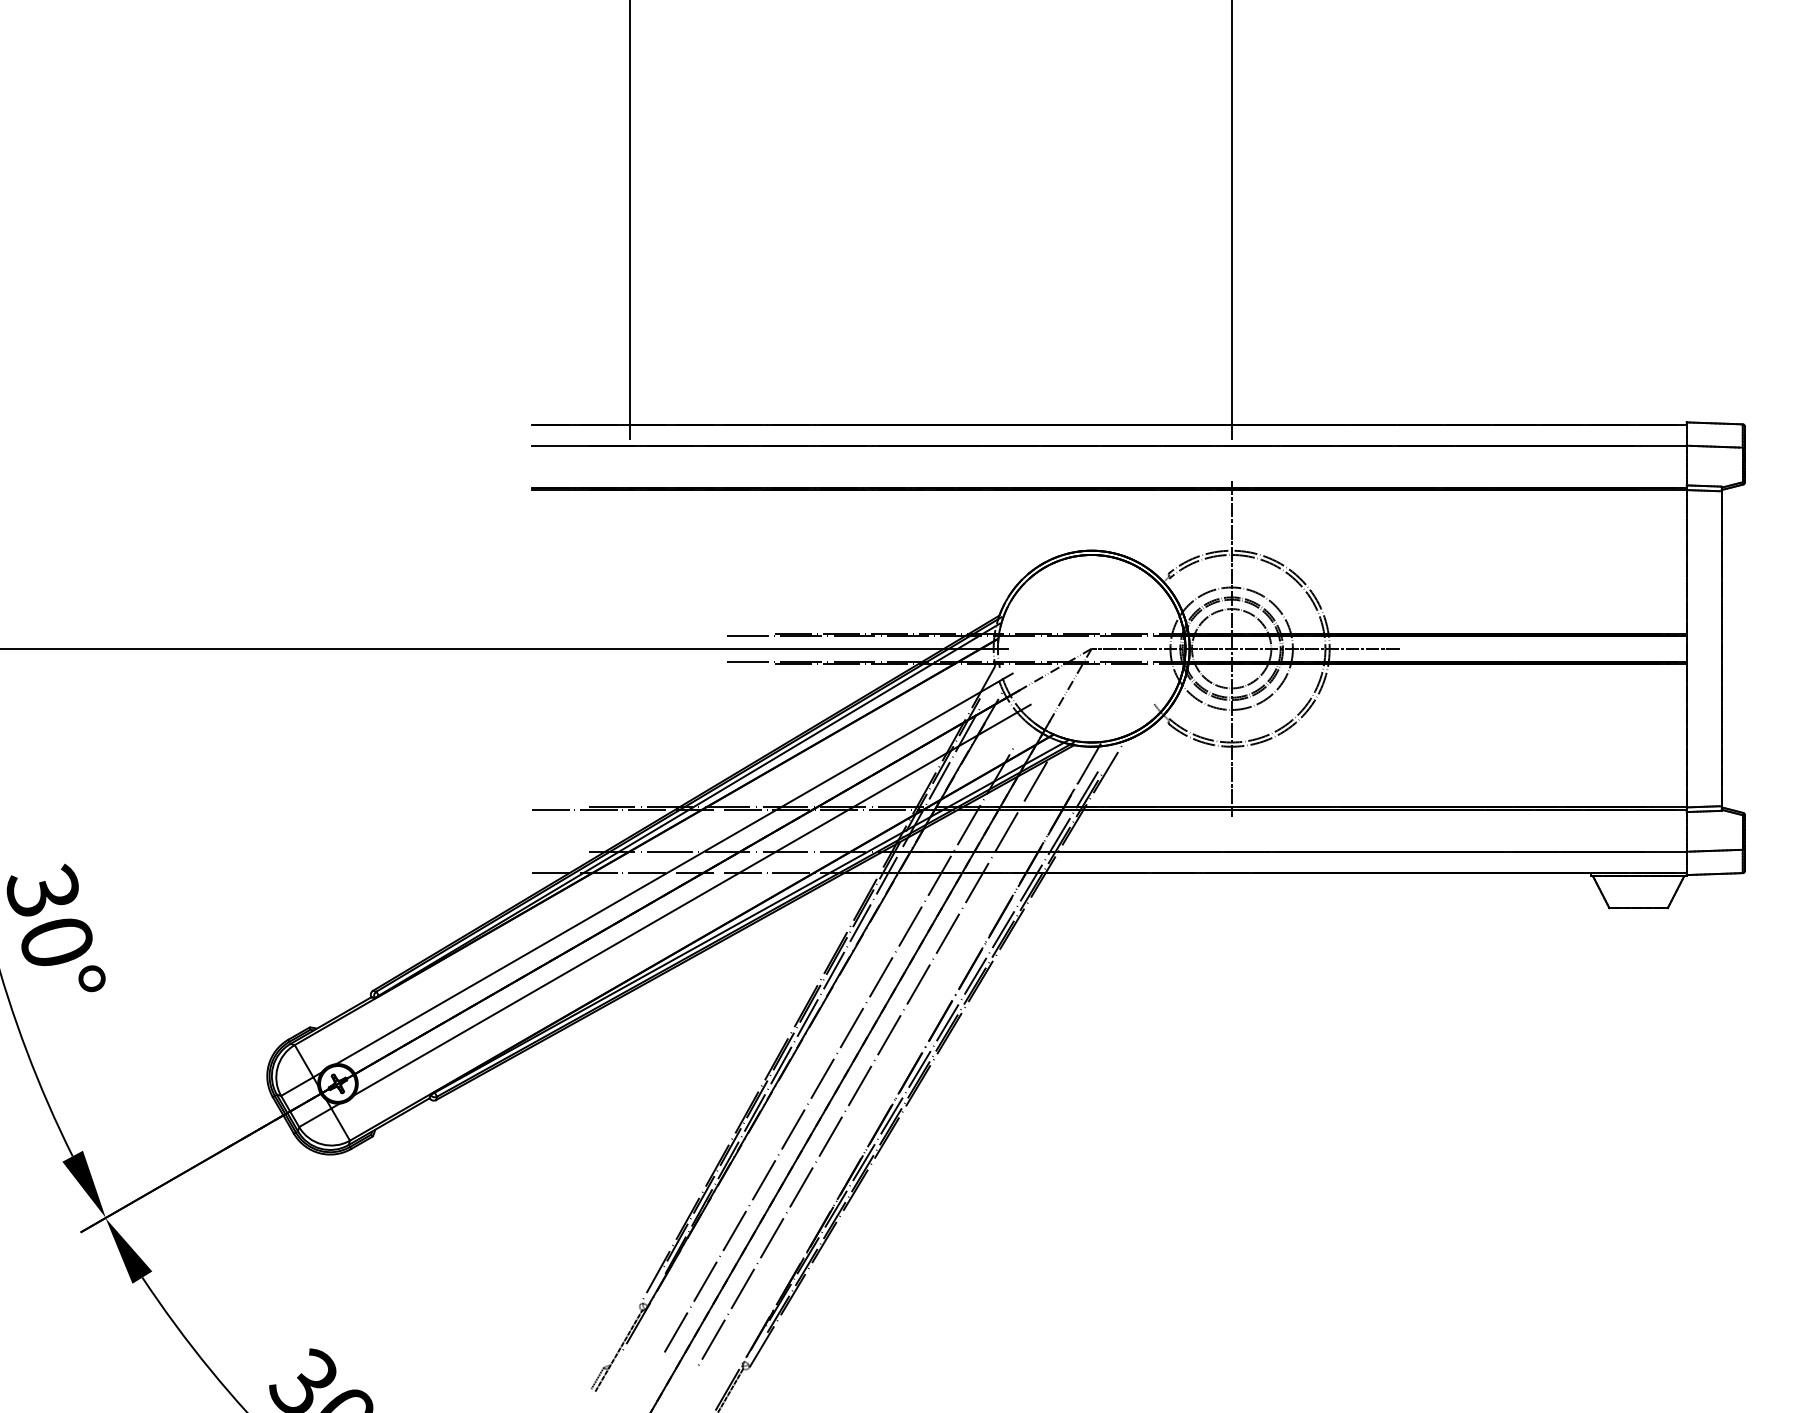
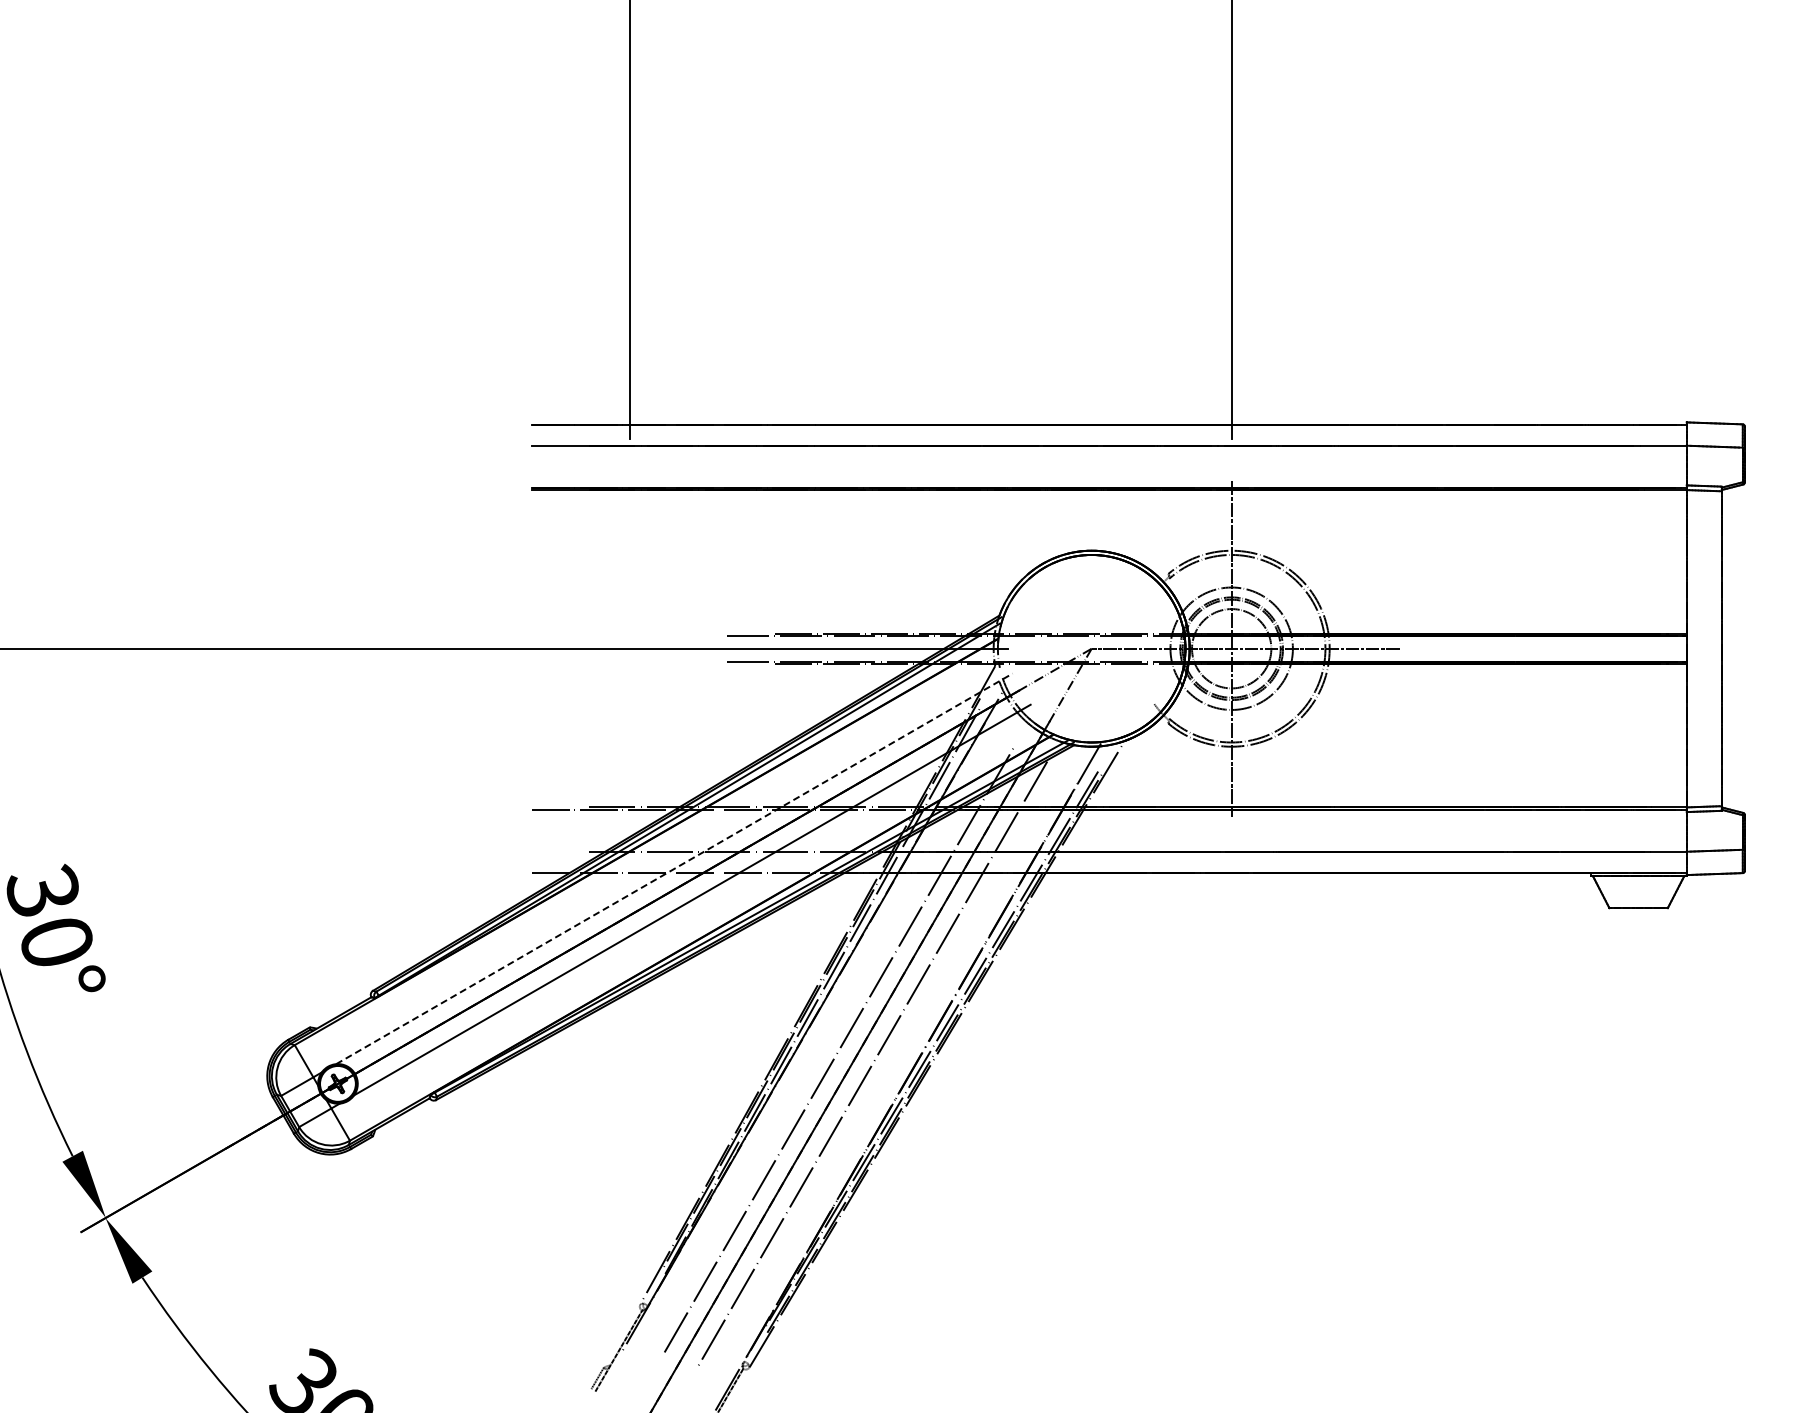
line at (674, 868): solid -> dashed
